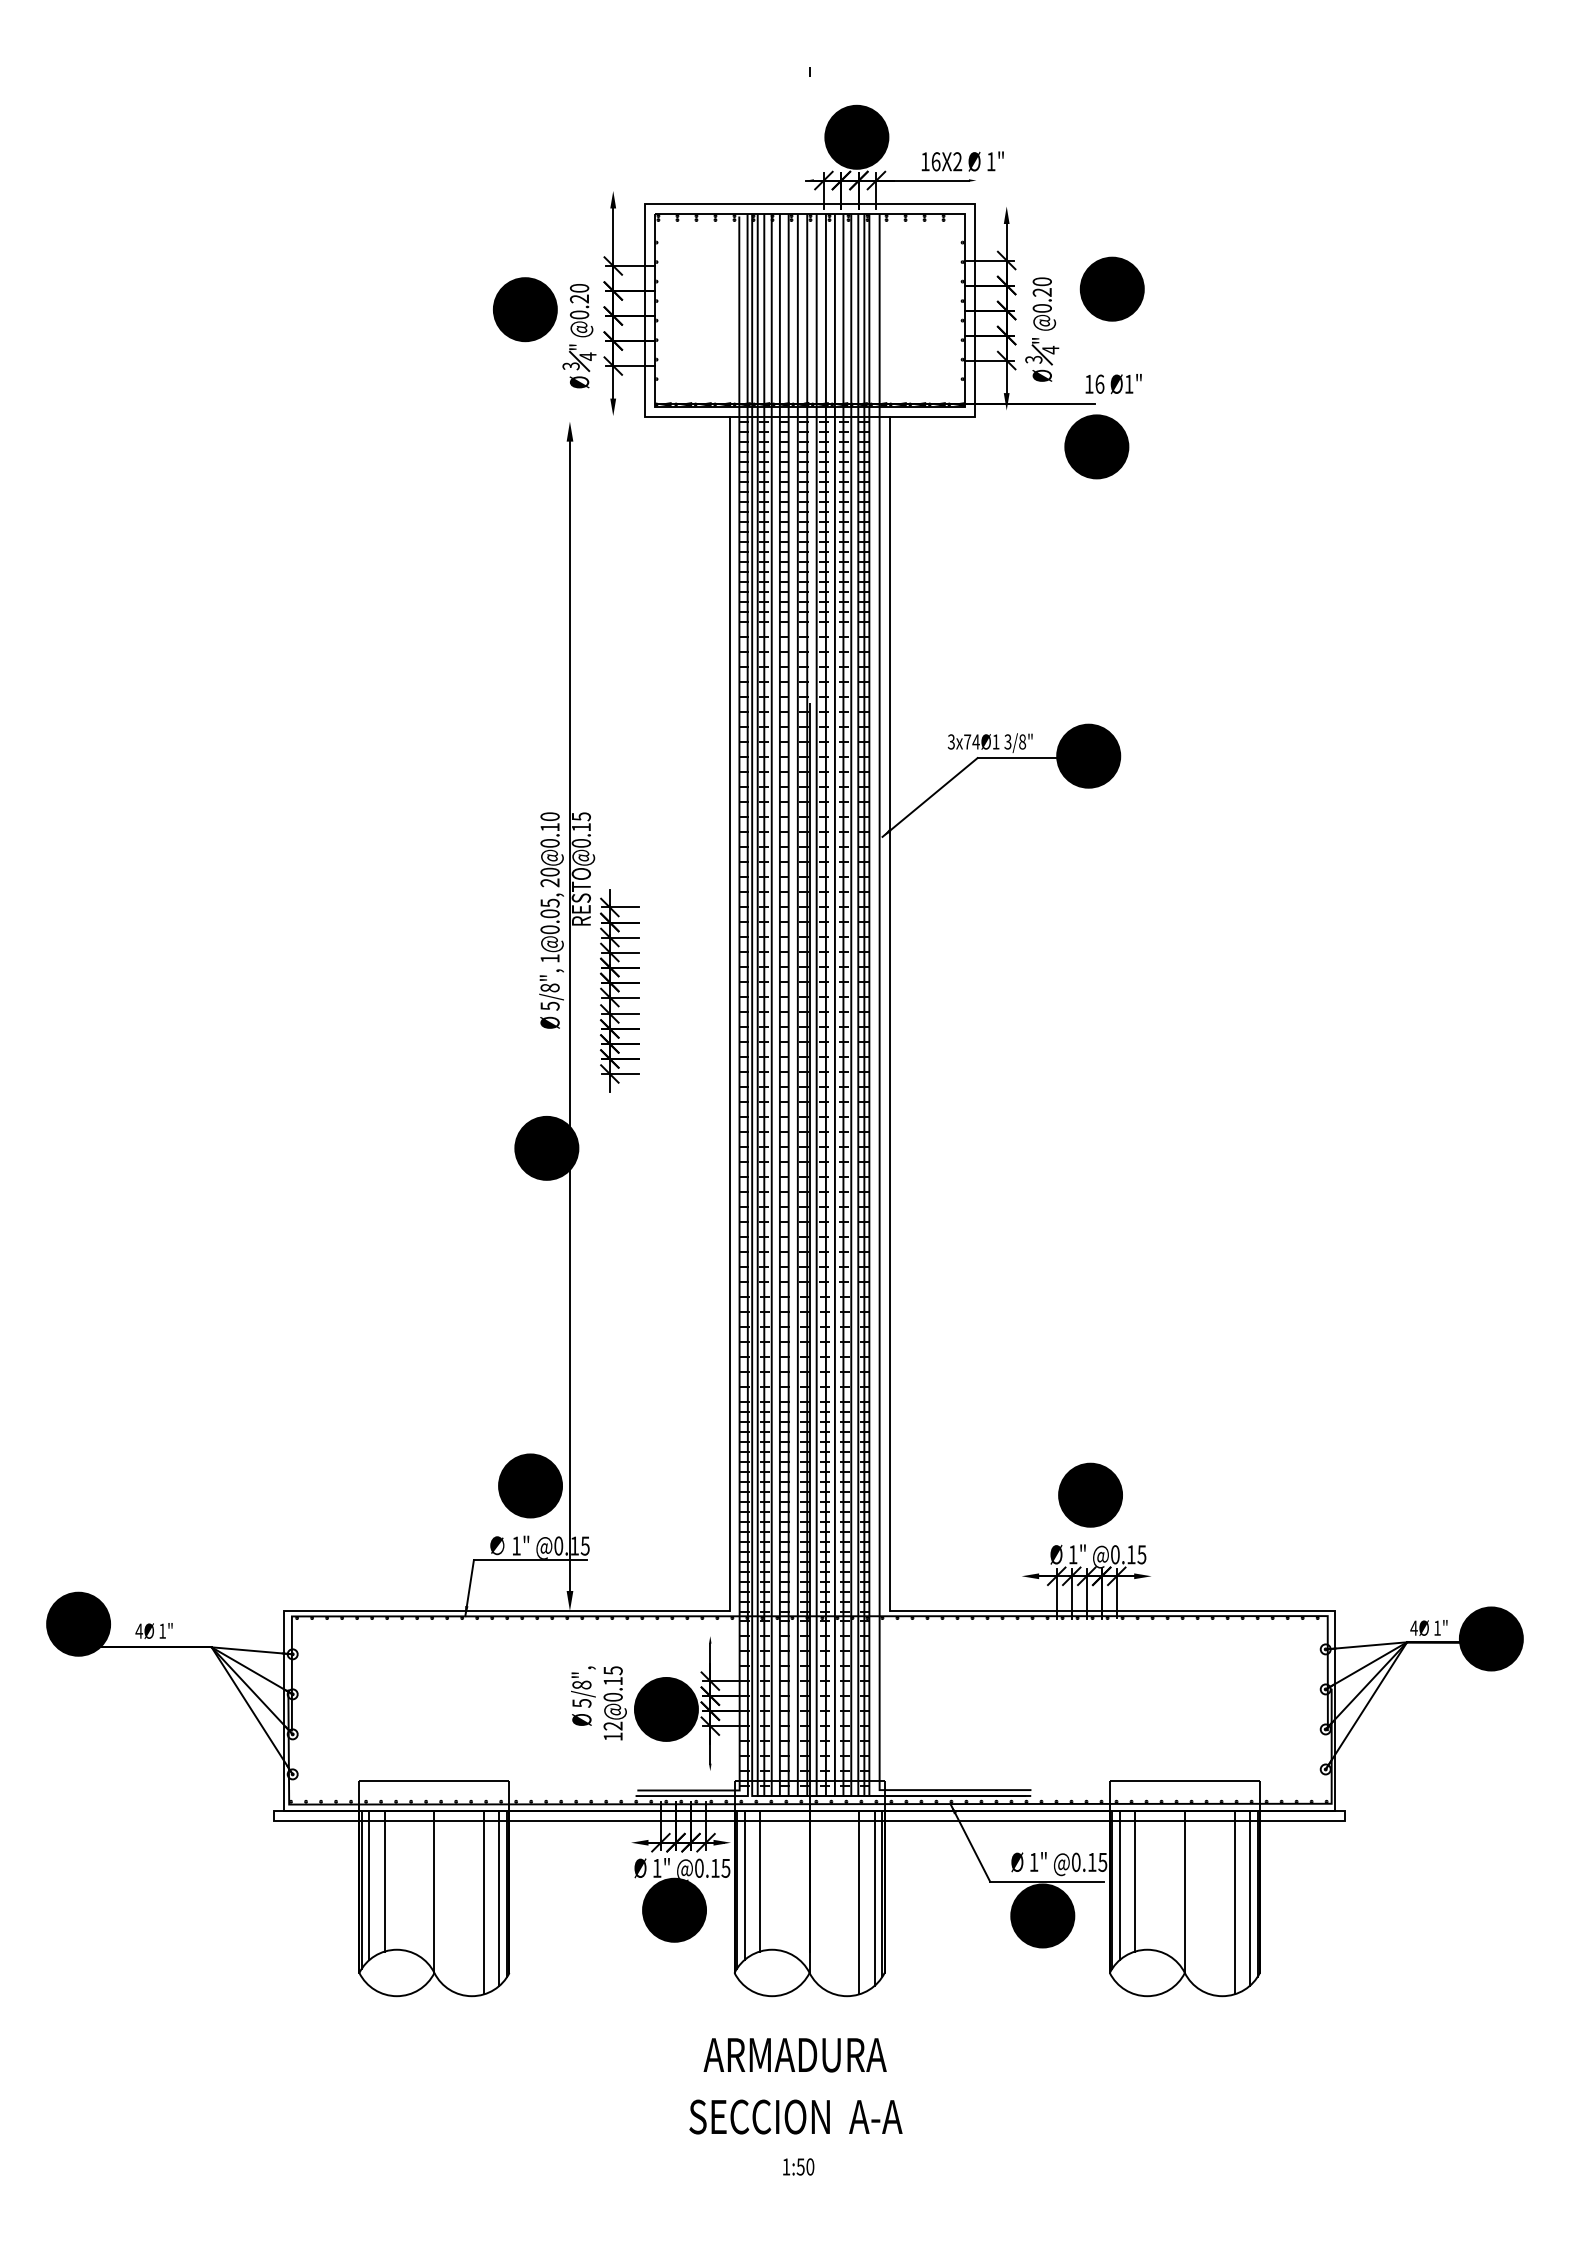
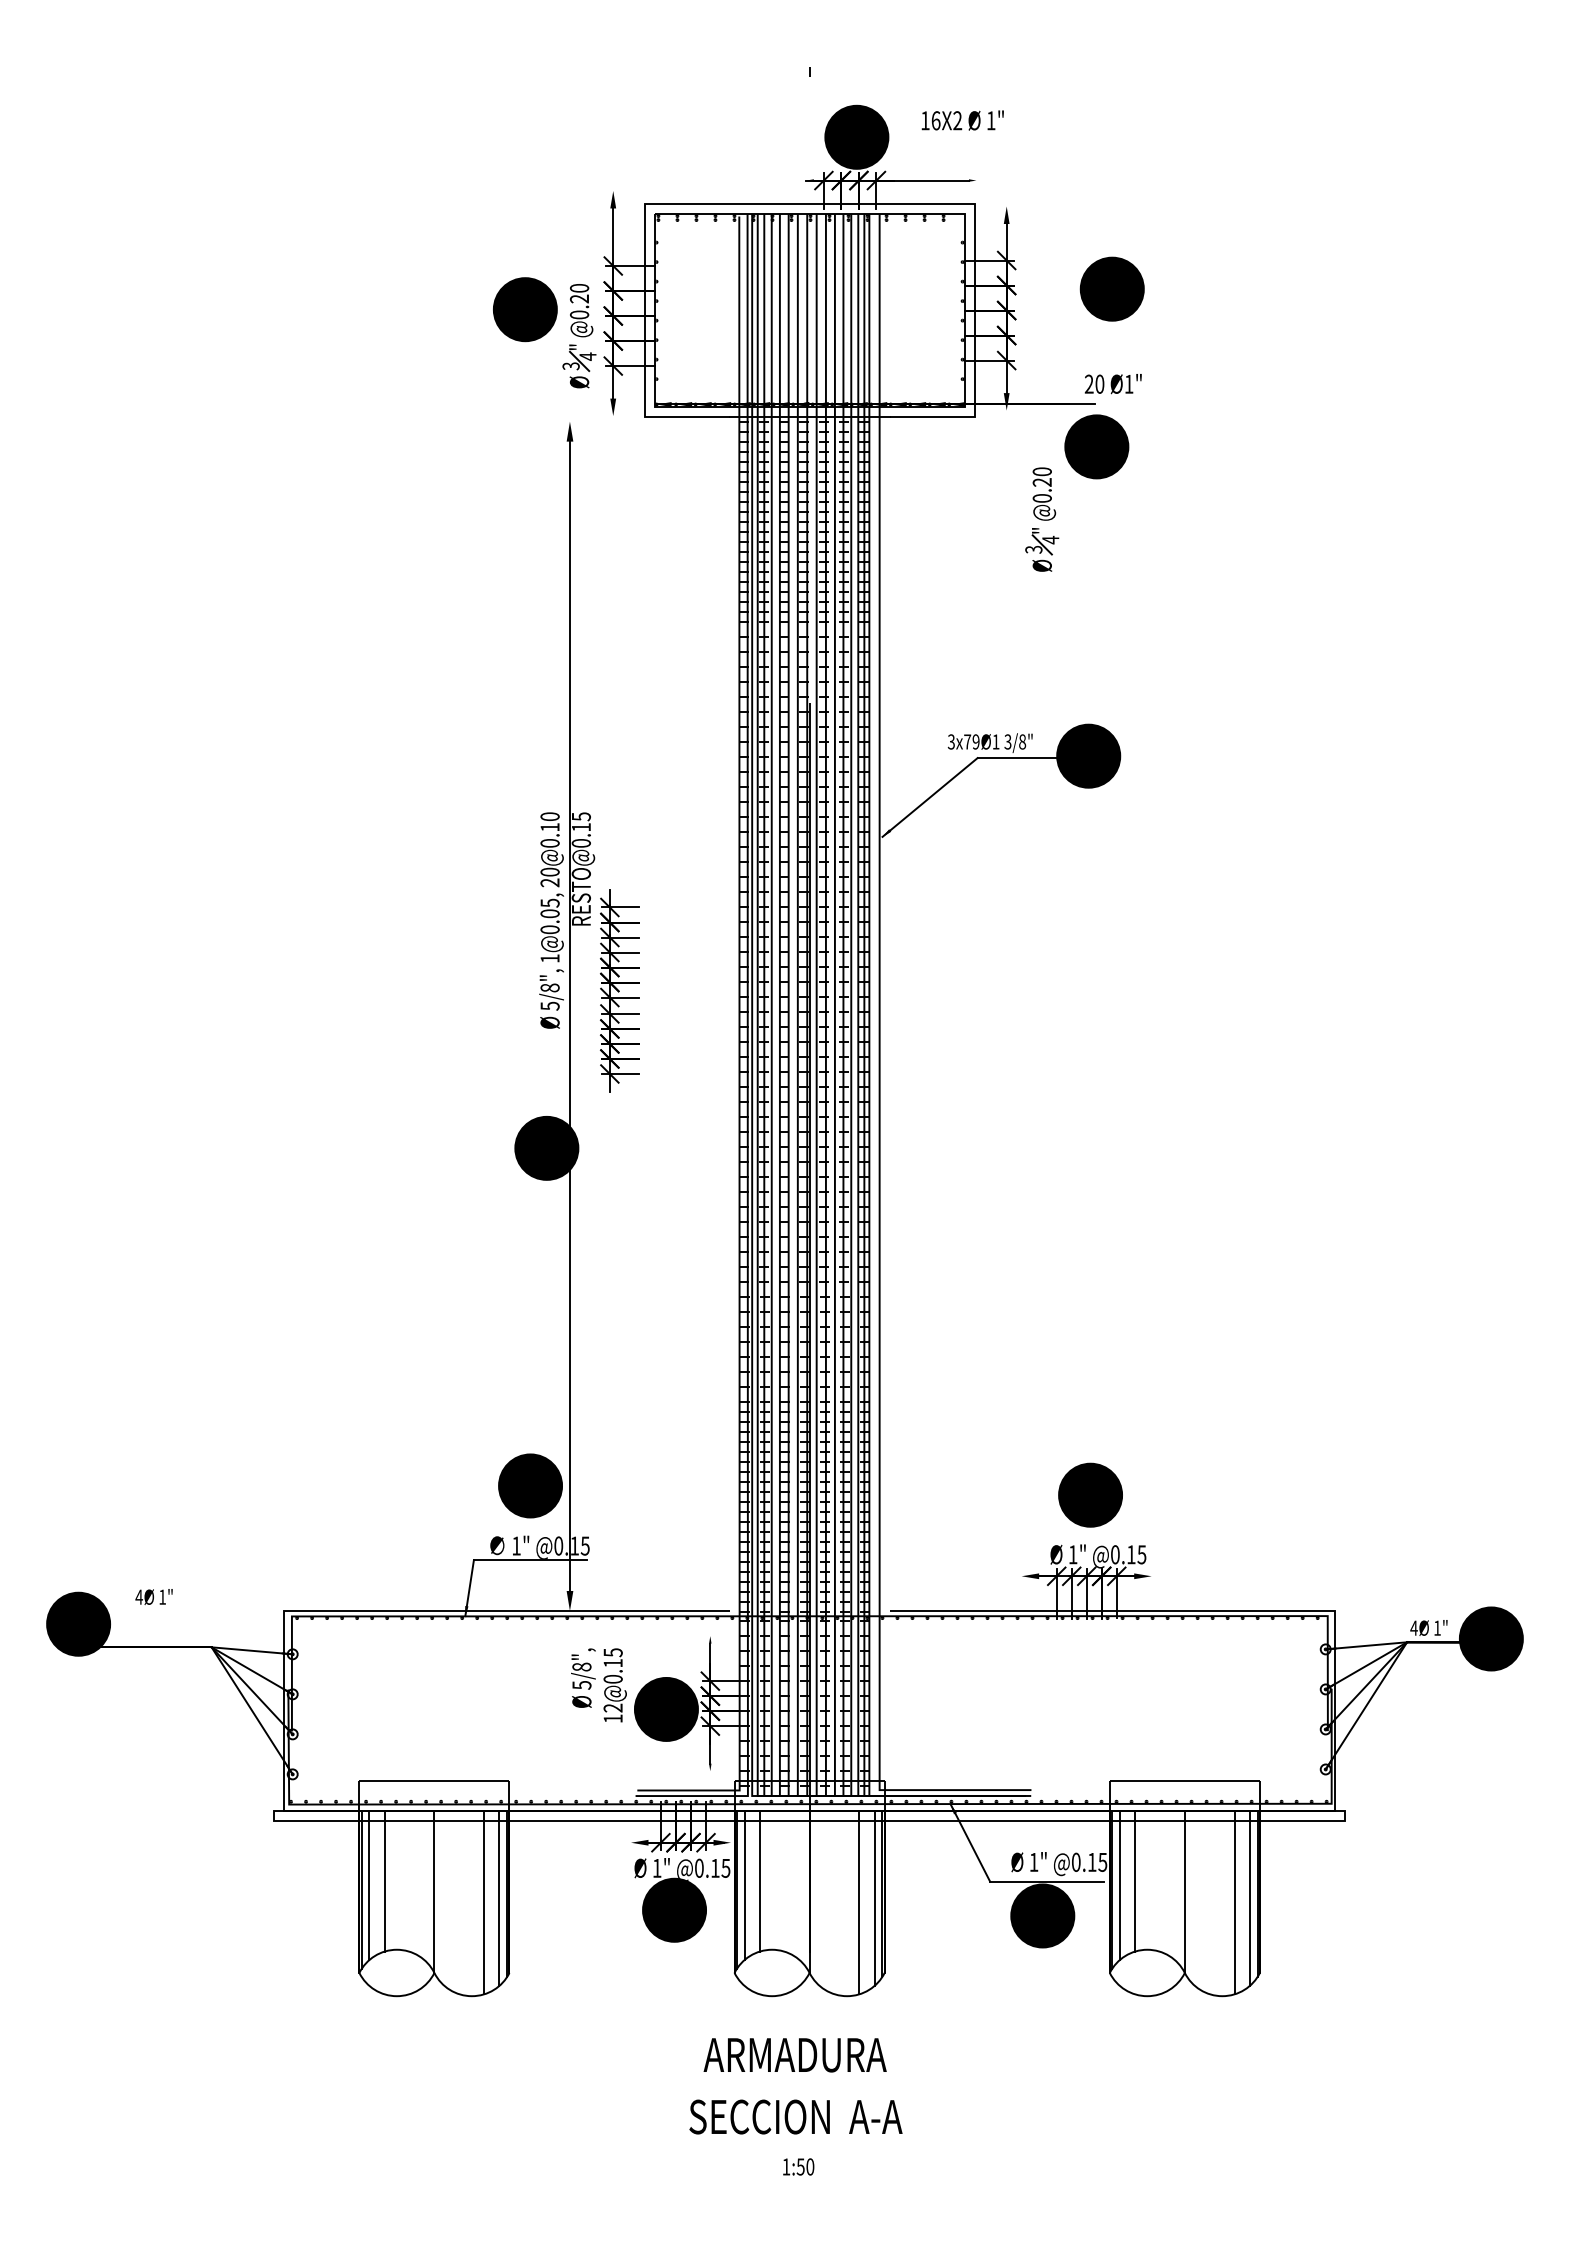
text at (962, 161) position: (962, 161) -> (962, 120)
part at (1042, 329) position: (1042, 329) -> (1042, 519)
text at (1094, 383): 16 -> 20
text at (975, 741): 3x74Ø1 -> 3x79Ø1
line at (729, 1013): present -> none
line at (889, 1013): present -> none
text at (153, 1630) position: (153, 1630) -> (153, 1596)
text at (598, 1703) position: (598, 1703) -> (598, 1685)
